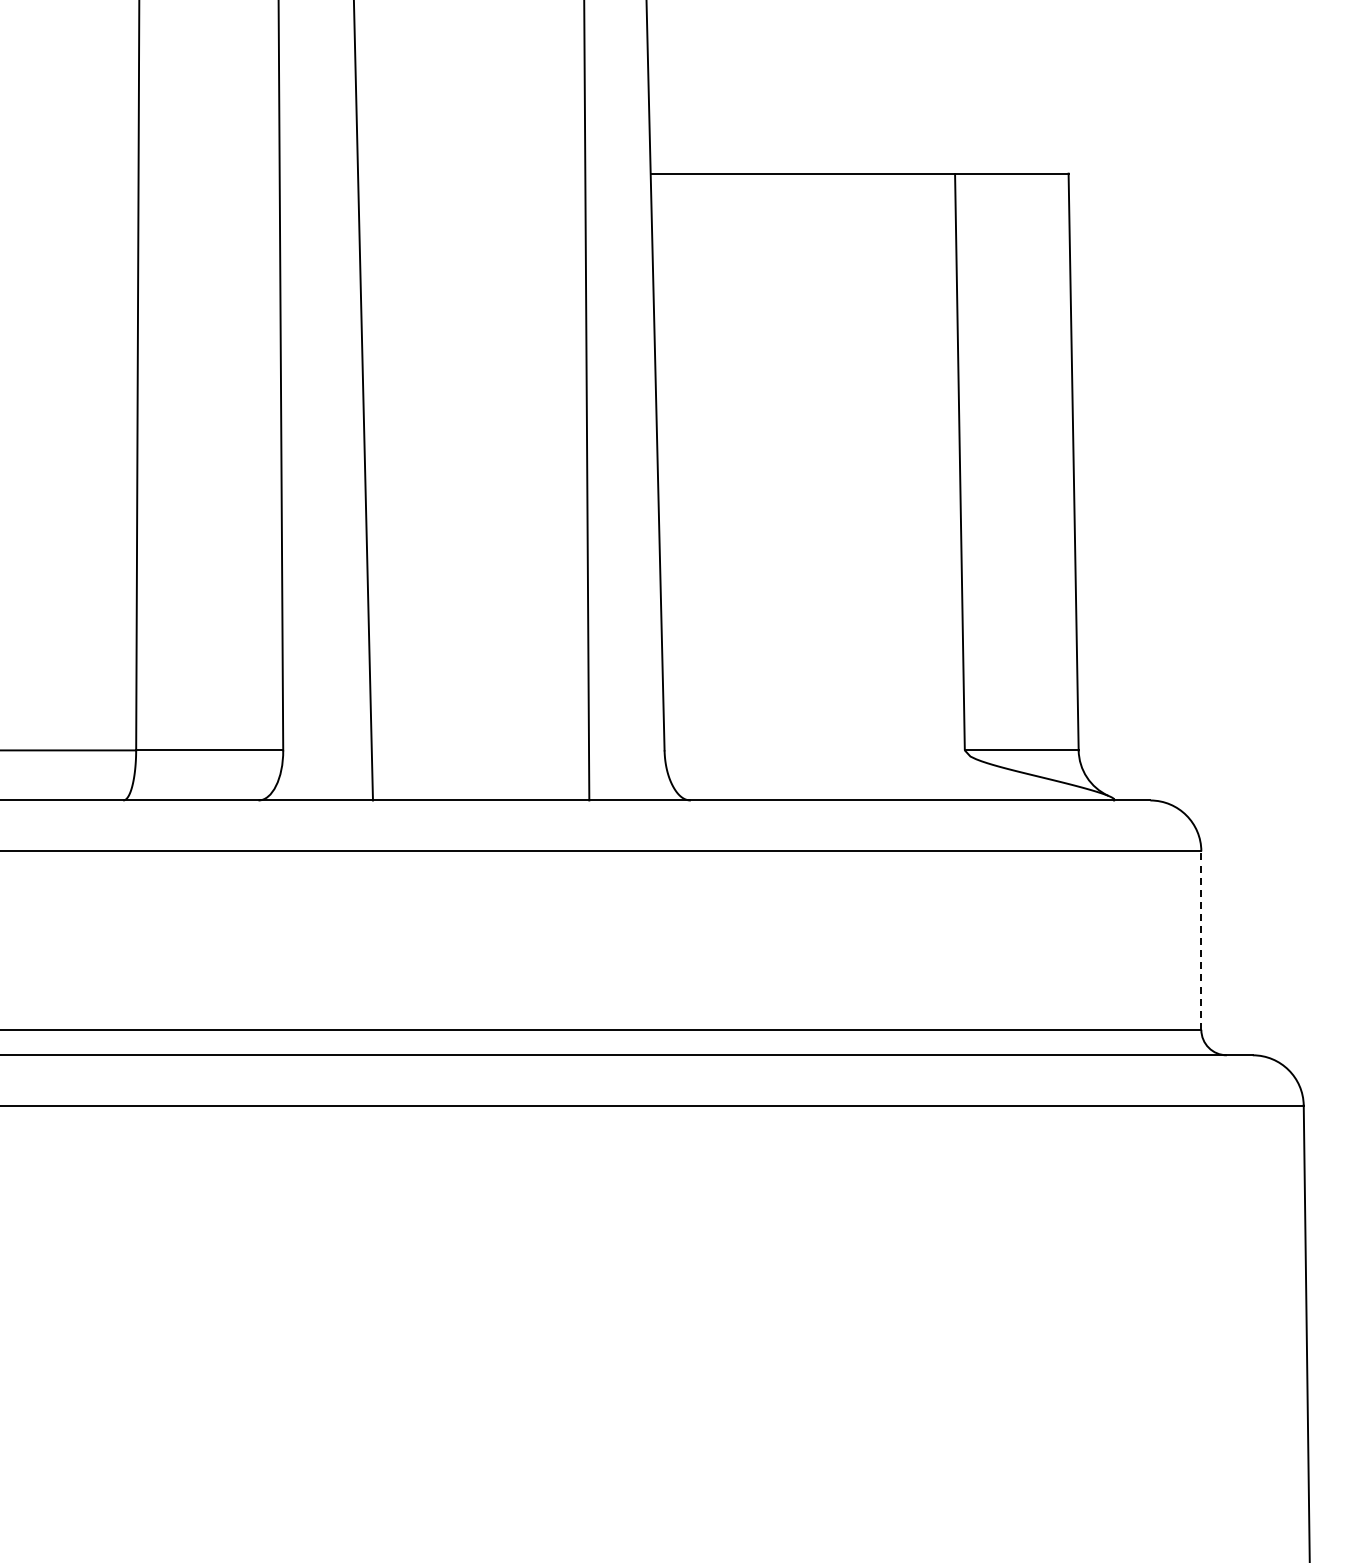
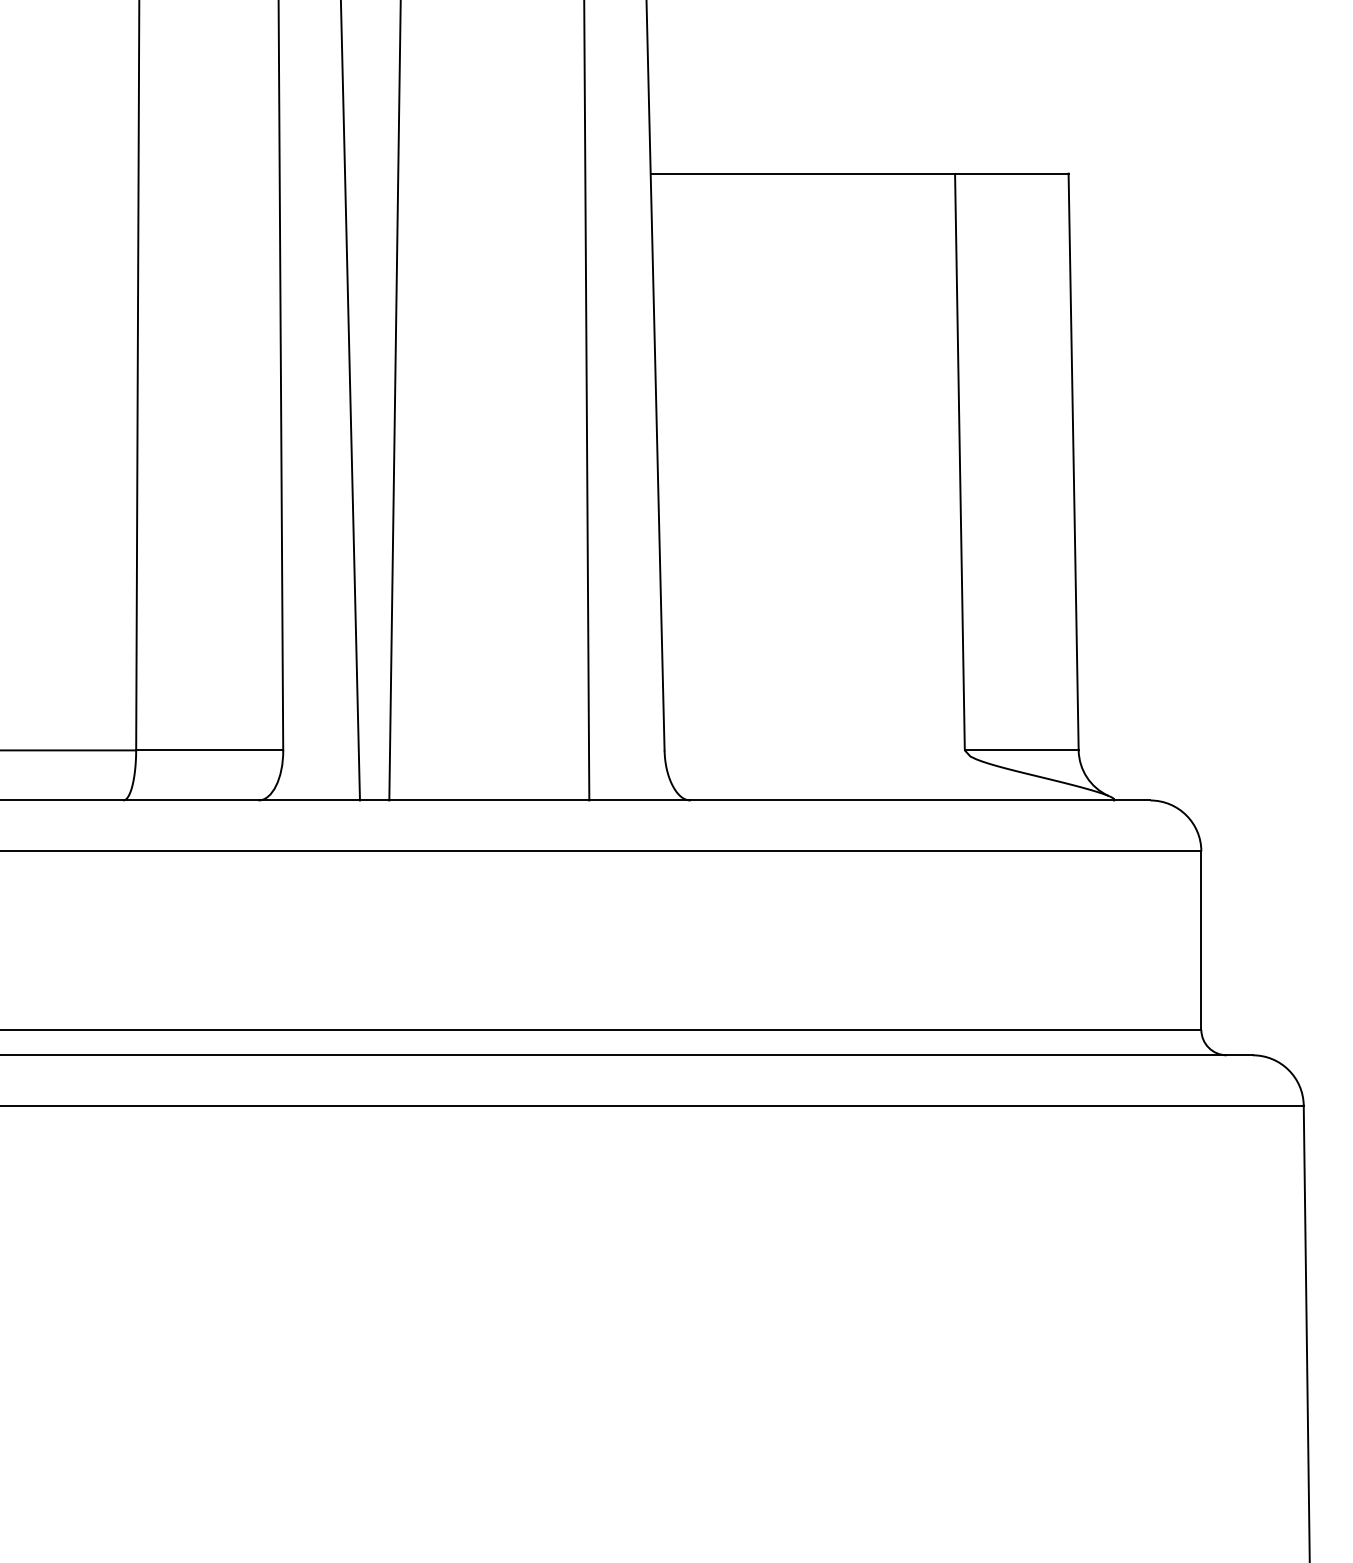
line at (362, 401) position: (362, 401) -> (349, 401)
line at (394, 401): none -> present
line at (1201, 940): dashed -> solid
